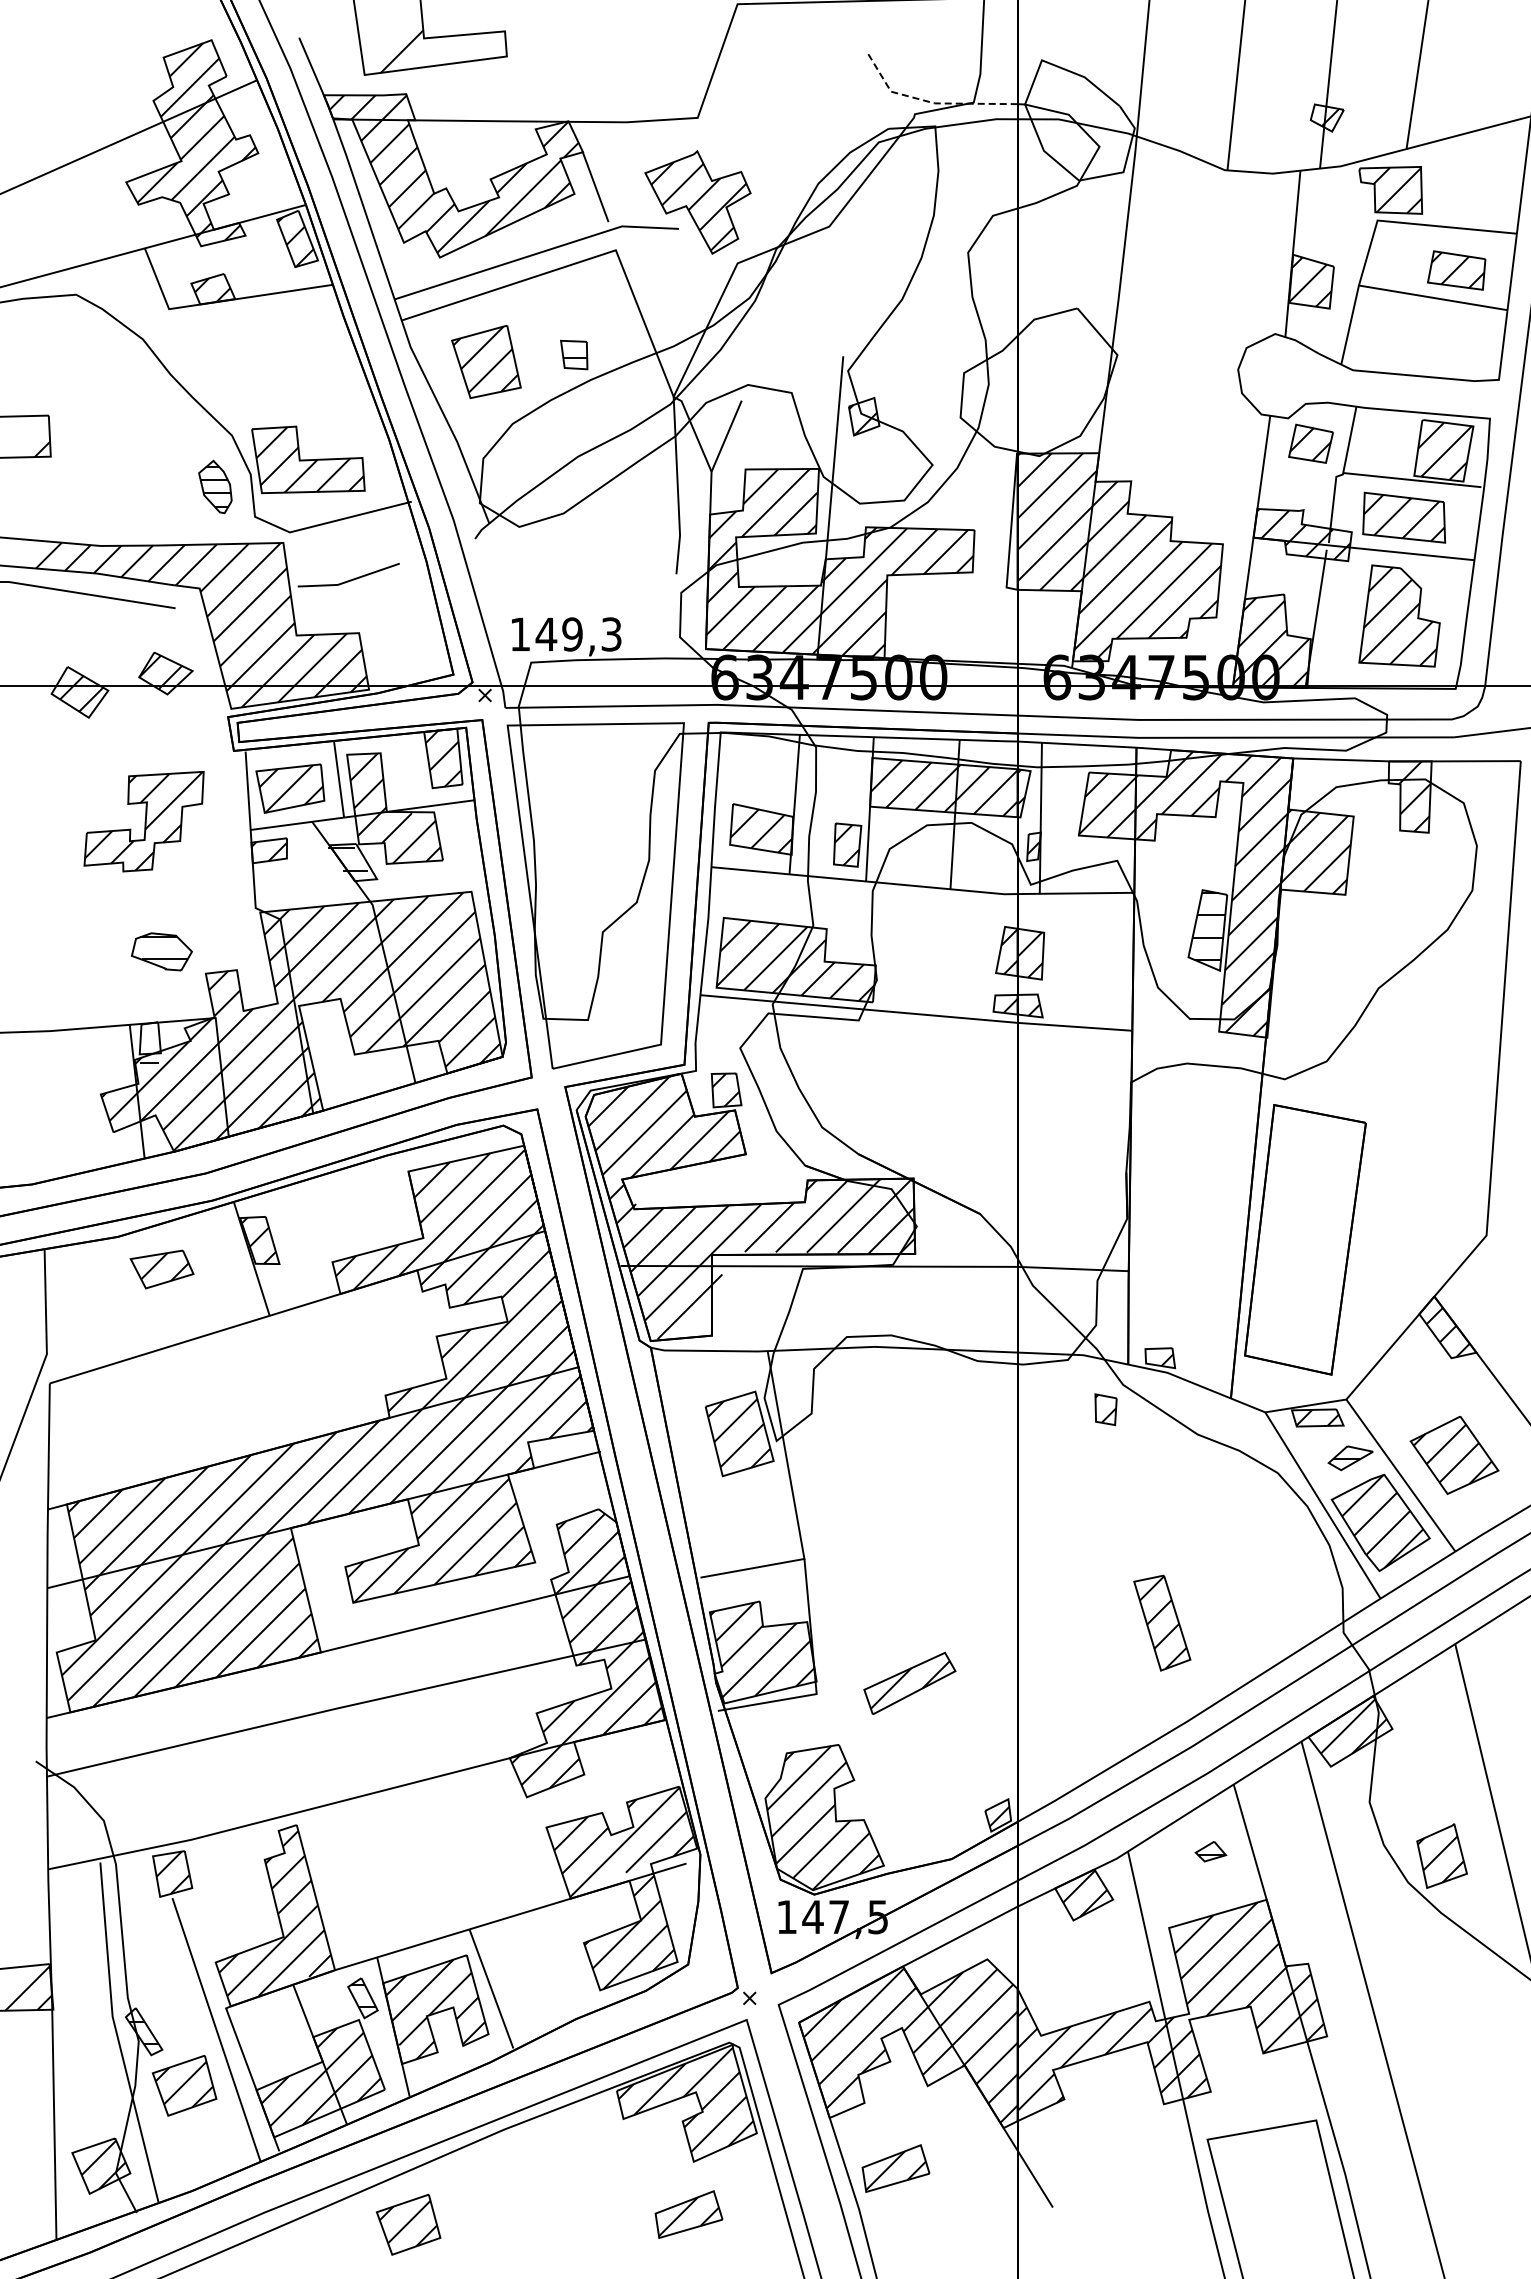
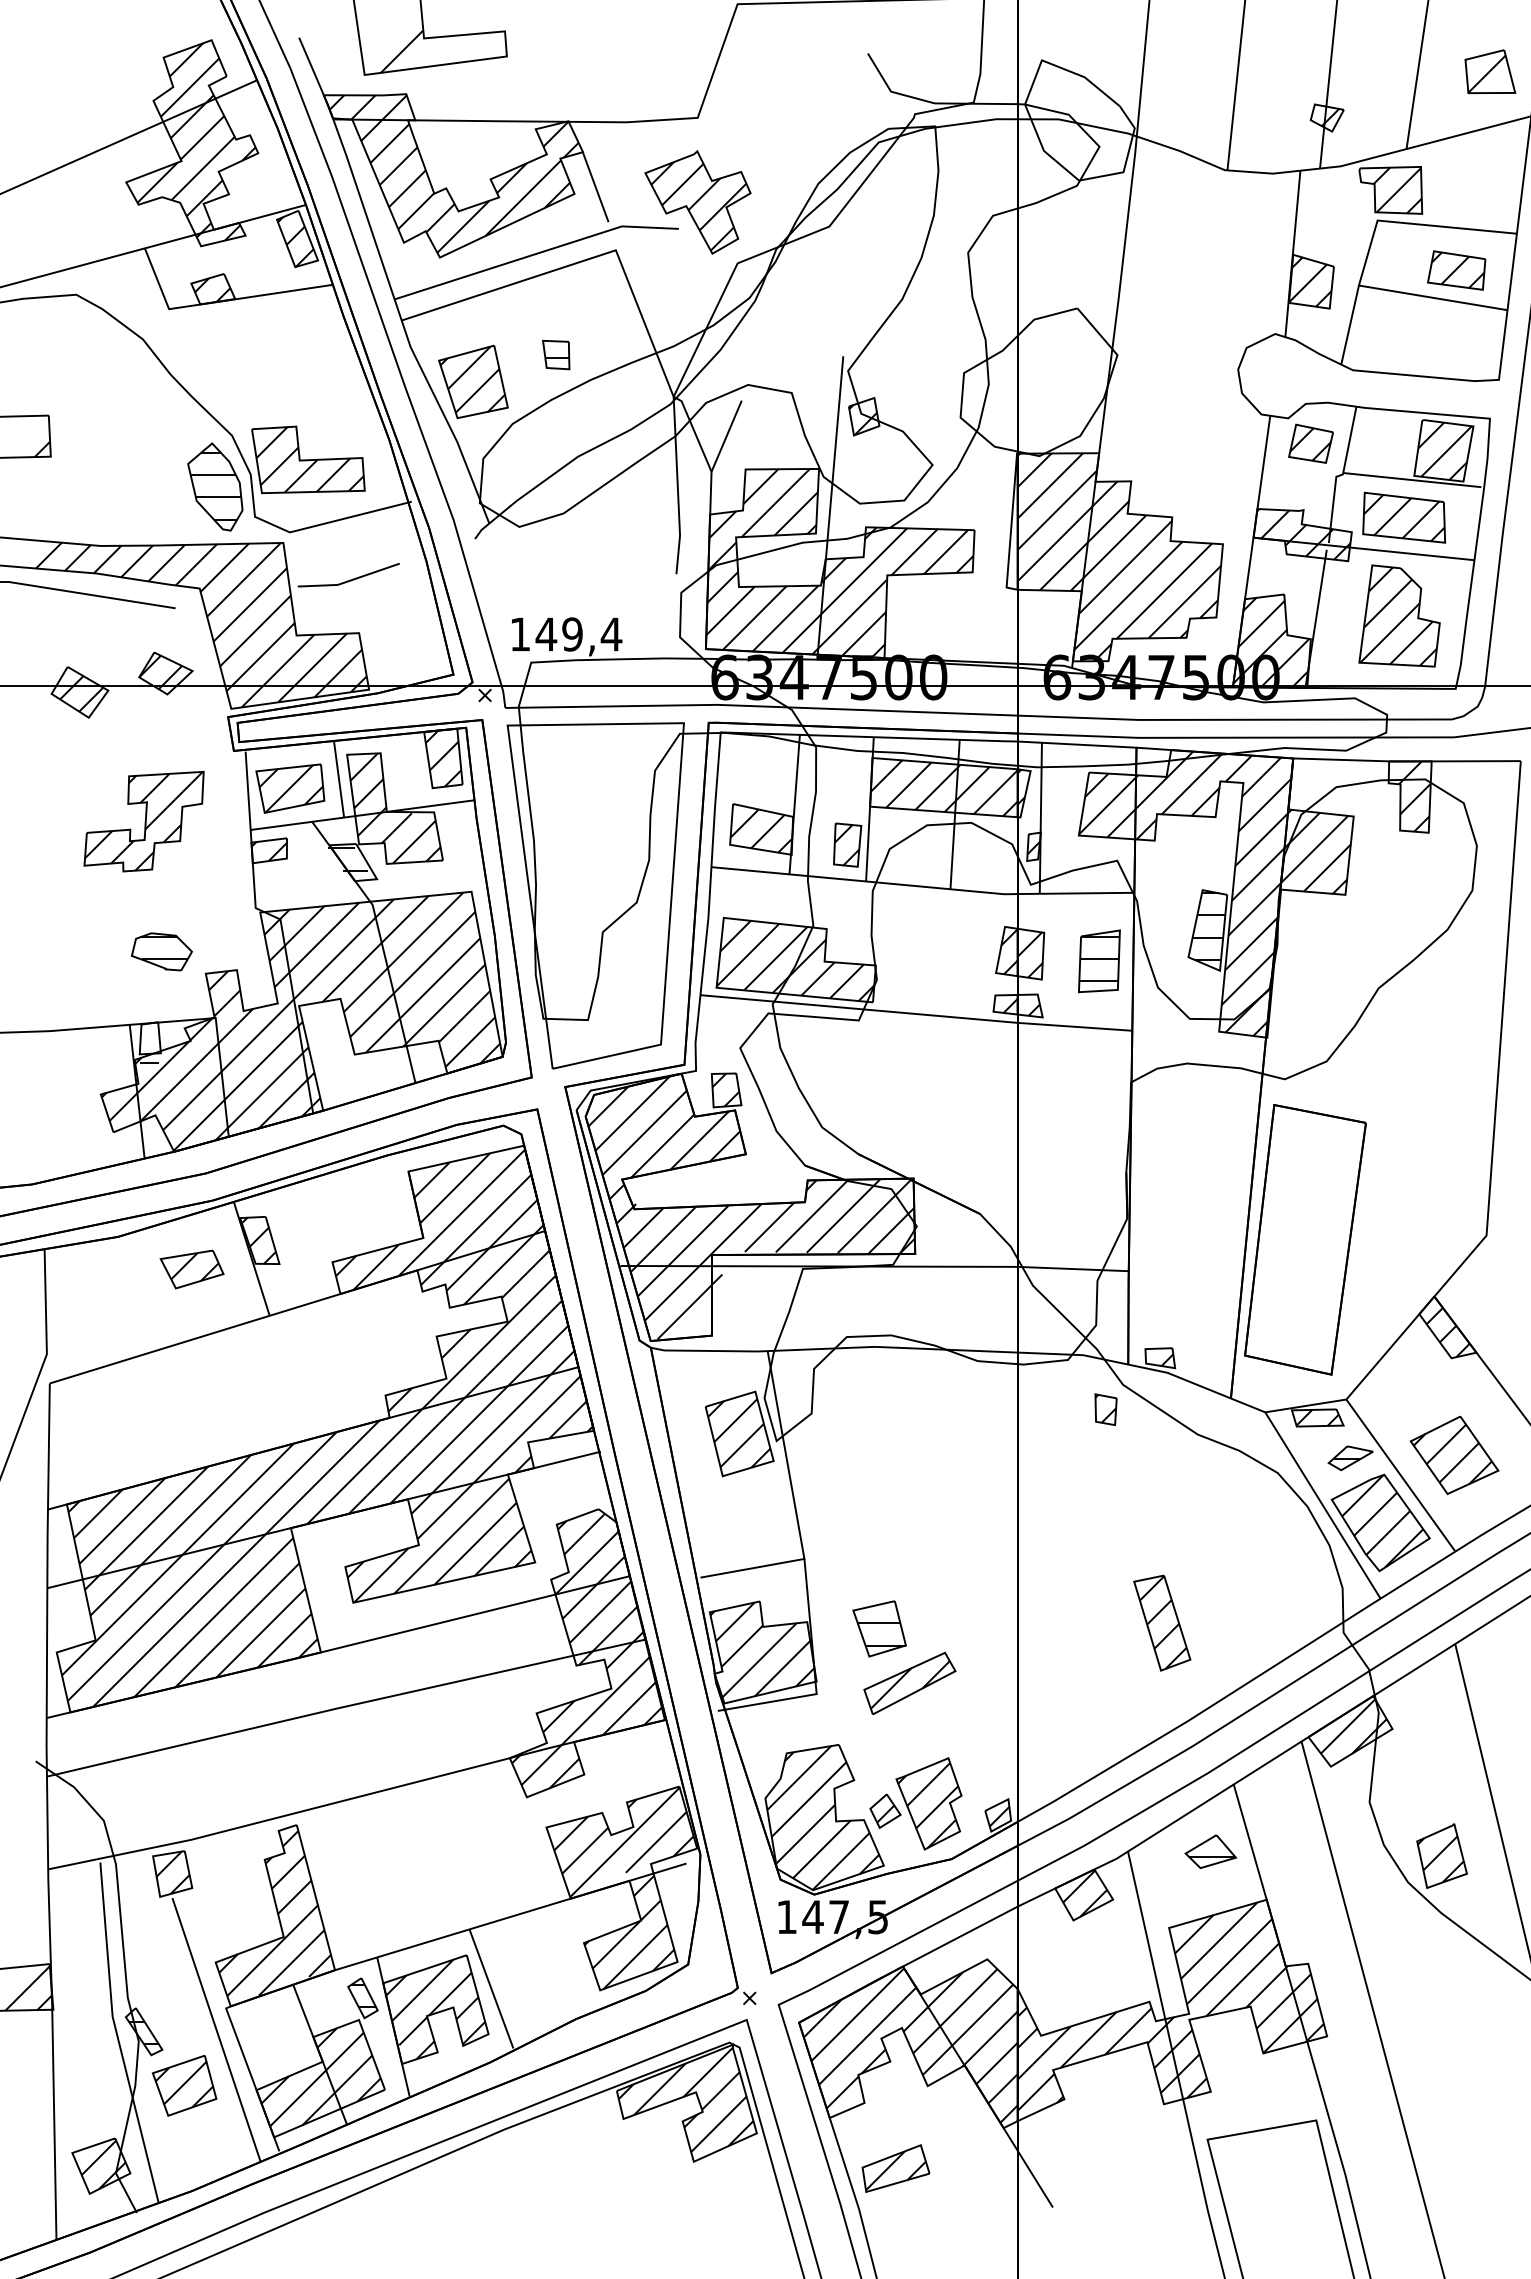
part at (1490, 71): none -> present
line at (930, 102): dashed -> solid
part at (574, 354) position: (574, 354) -> (556, 354)
part at (486, 361) position: (486, 361) -> (473, 381)
part at (215, 486) size: 35x56 px -> 57x90 px
text at (611, 634): 149,3 -> 149,4
part at (1099, 961): none -> present
part at (161, 1269) position: (161, 1269) -> (191, 1269)
part at (879, 1628): none -> present
part at (915, 1803): none -> present
part at (1210, 1851) size: 34x22 px -> 54x35 px
part at (688, 2214): present -> none
part at (408, 2224): present -> none
